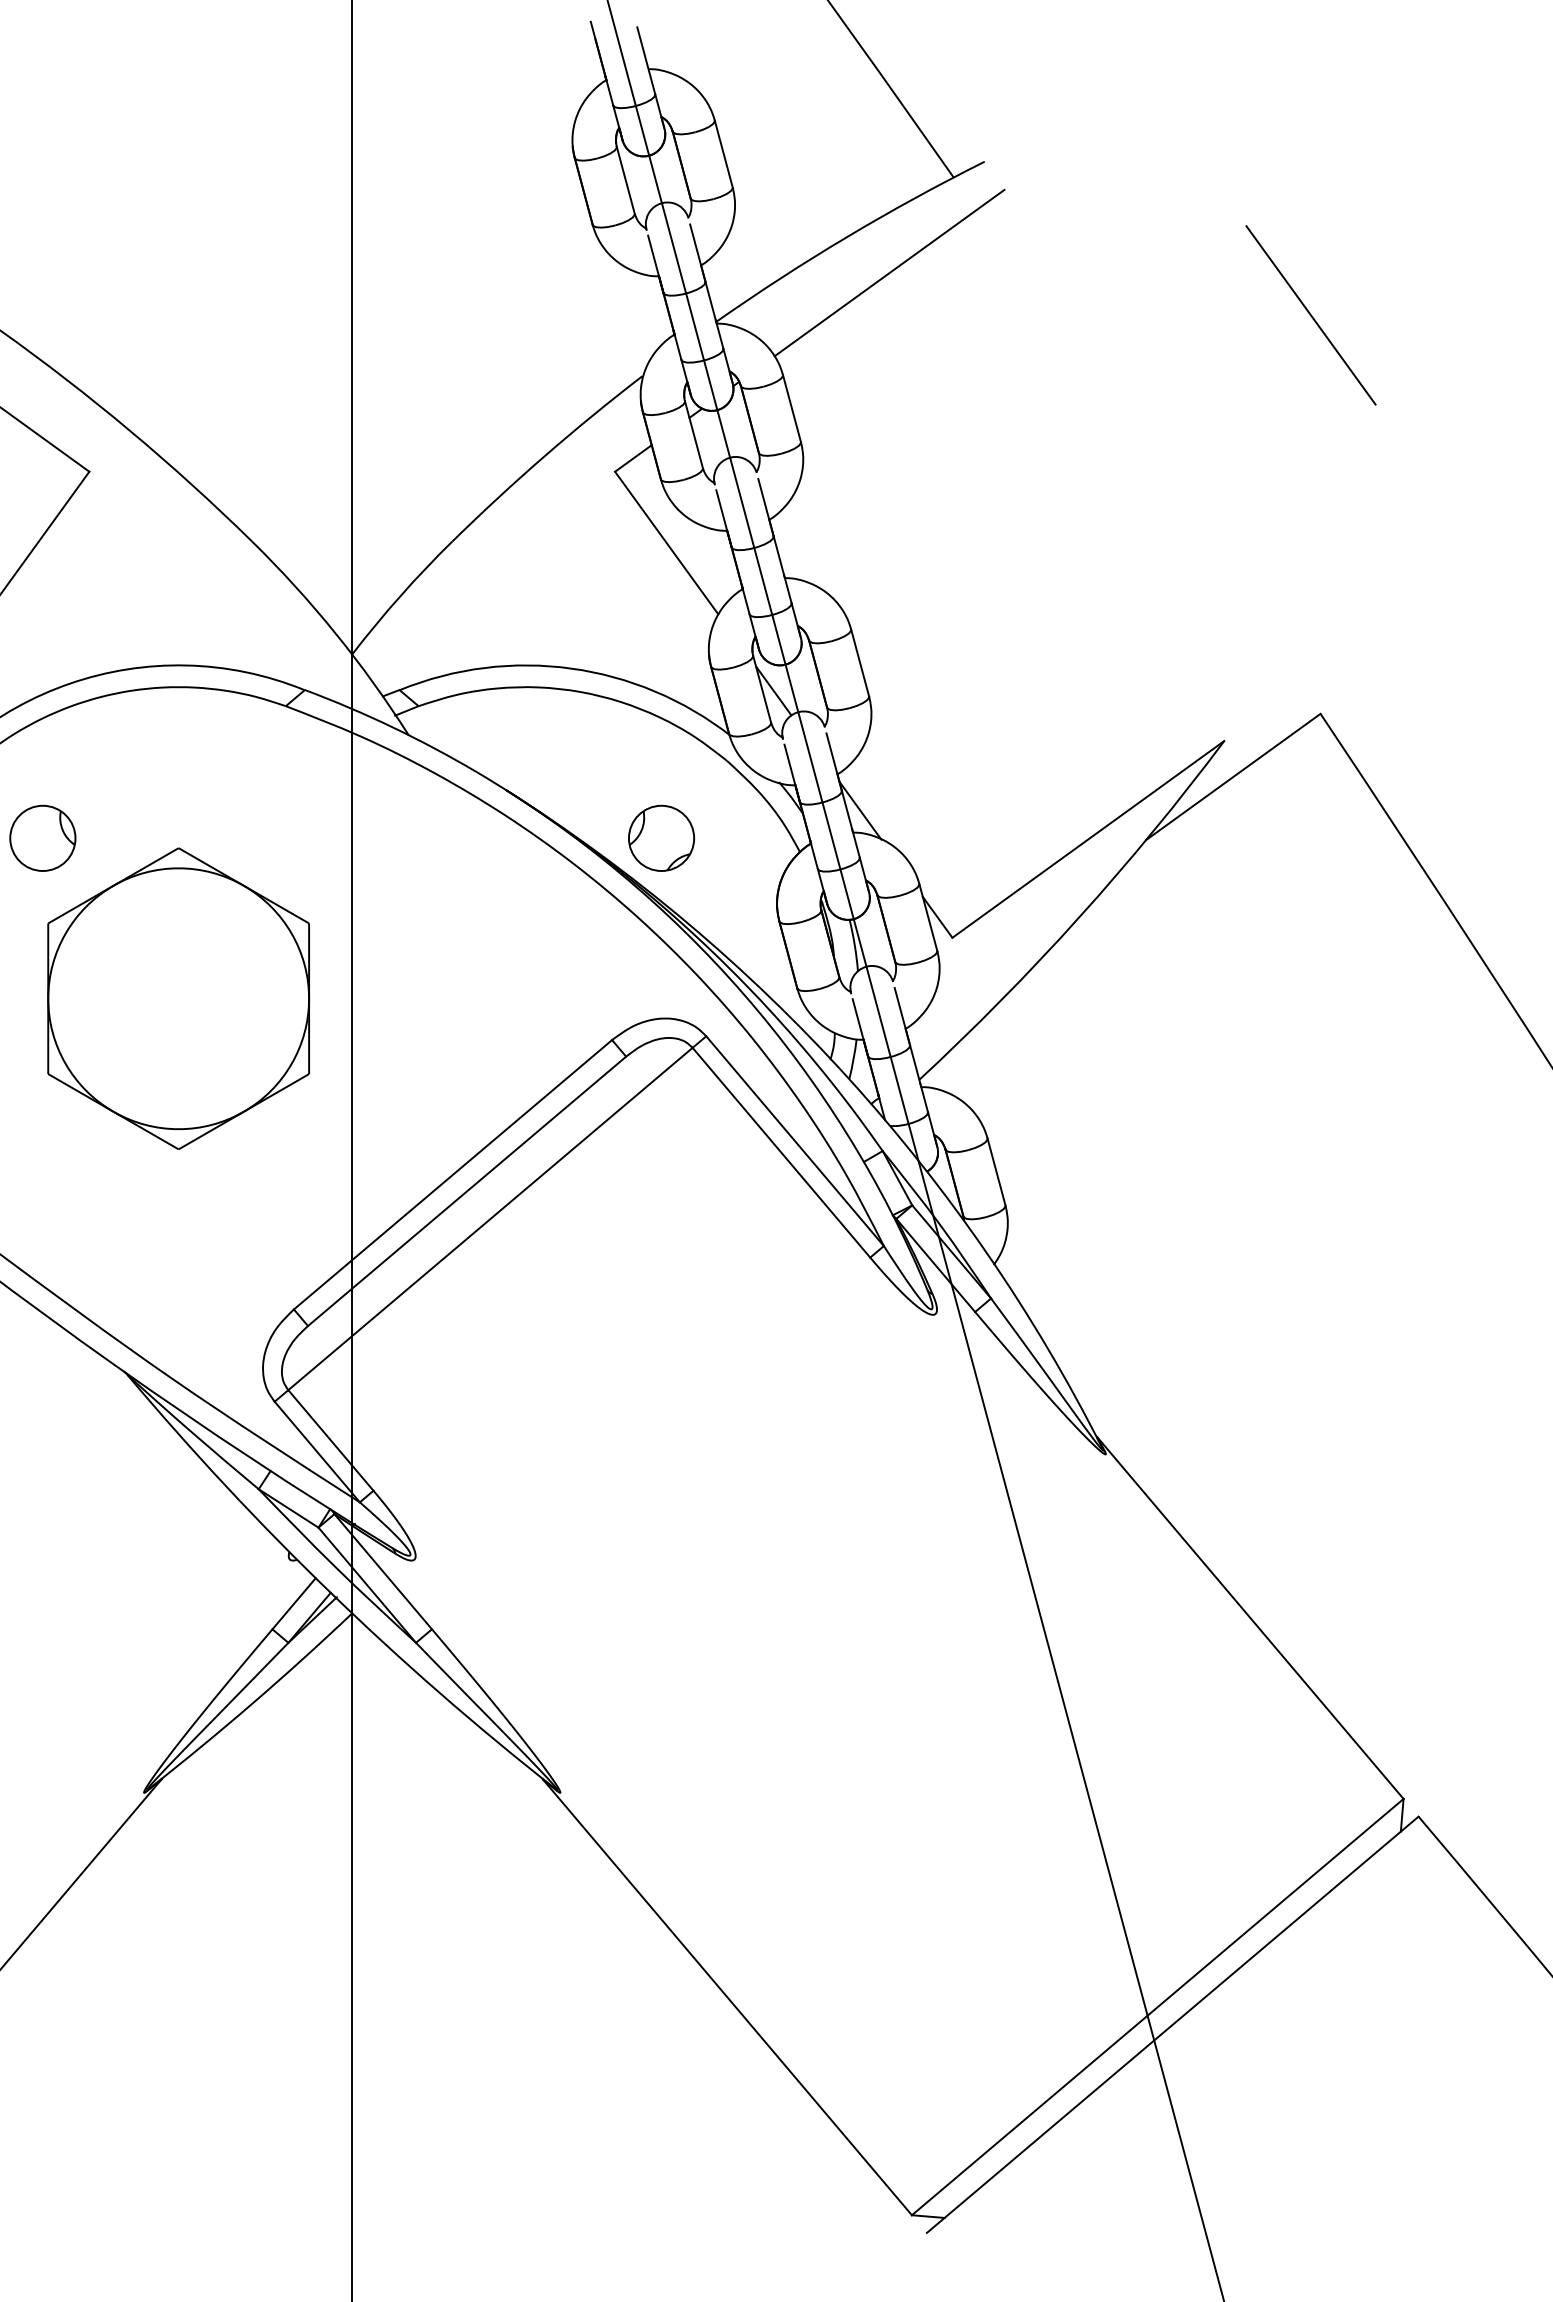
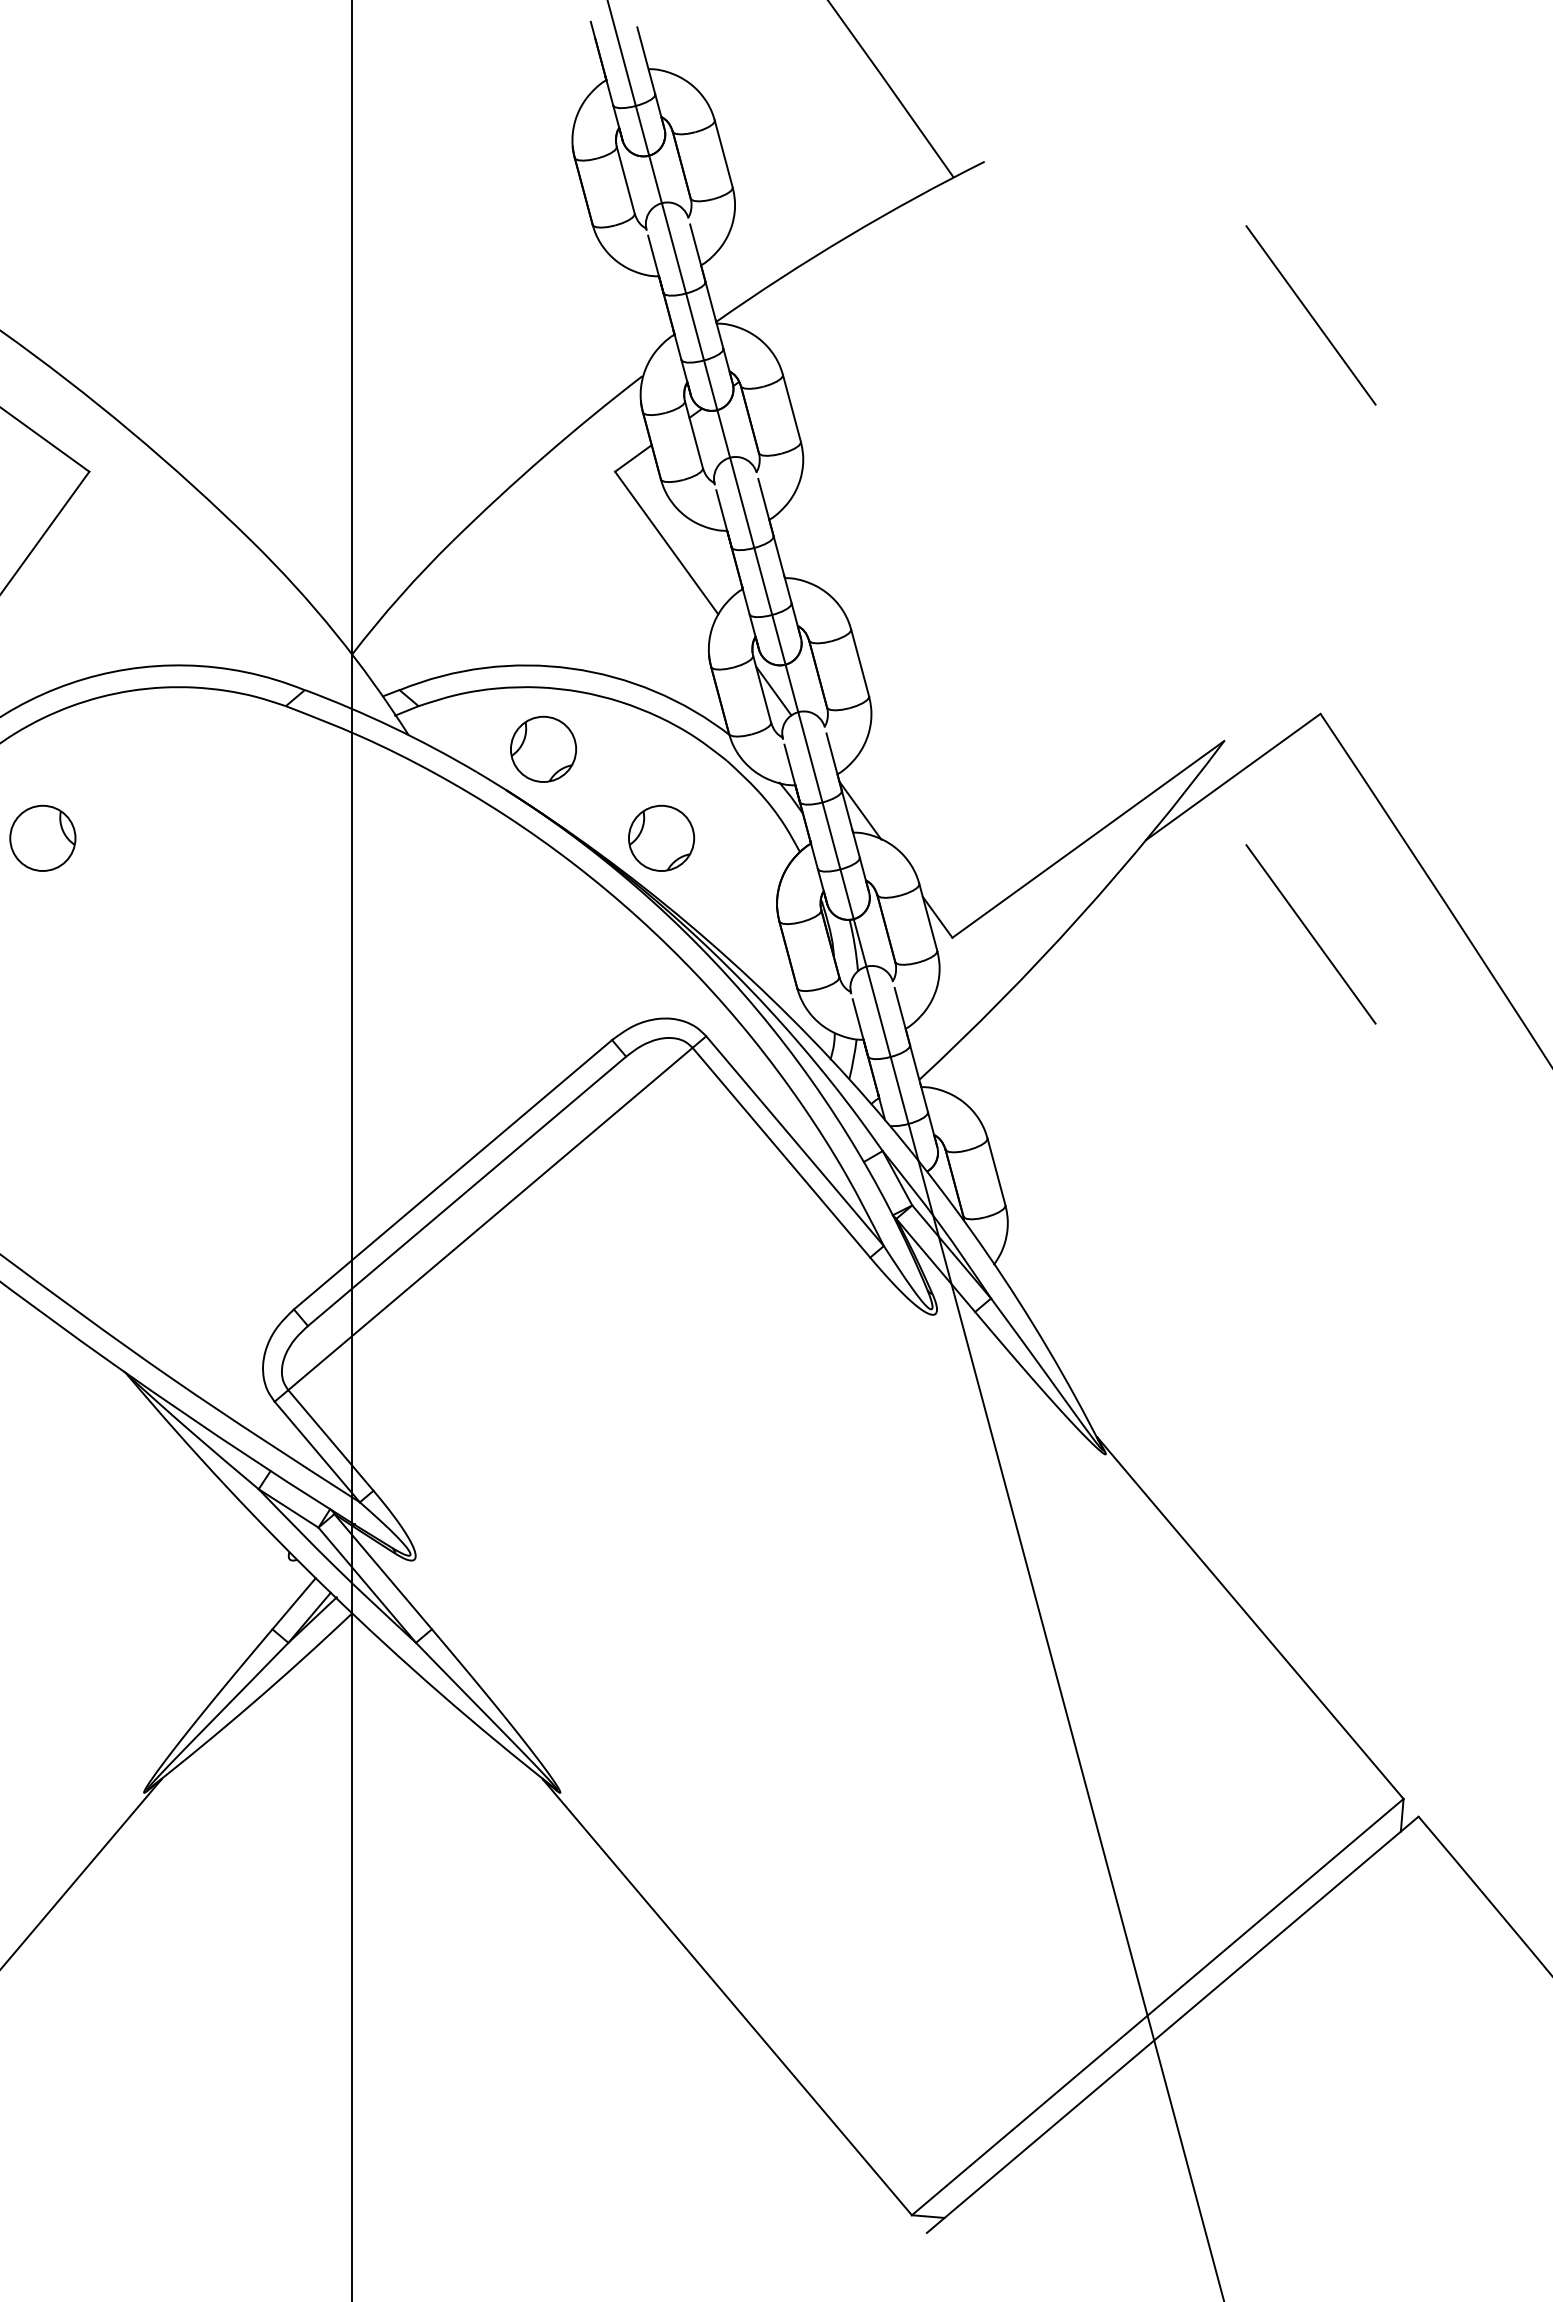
line at (889, 272): present -> none
part at (543, 748): none -> present
line at (1310, 934): none -> present
part at (178, 998): present -> none
